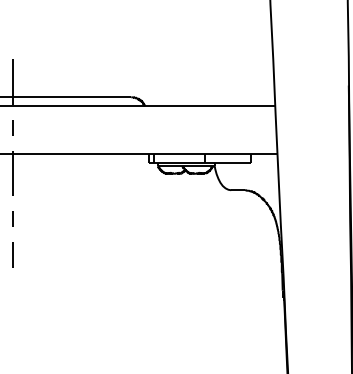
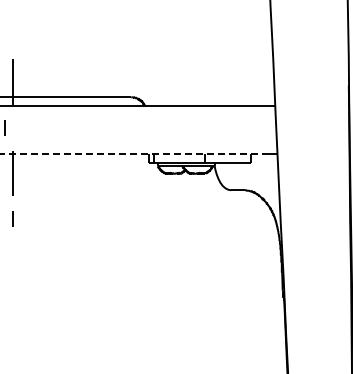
line at (12, 127) position: (12, 127) -> (4, 127)
line at (134, 154): solid -> dashed
line at (12, 254): present -> none
